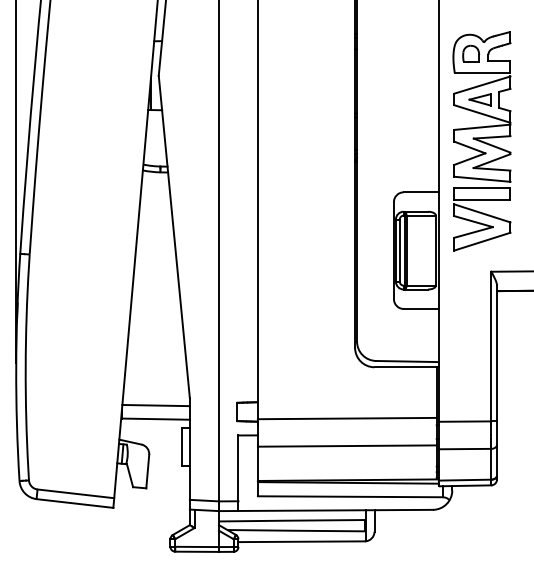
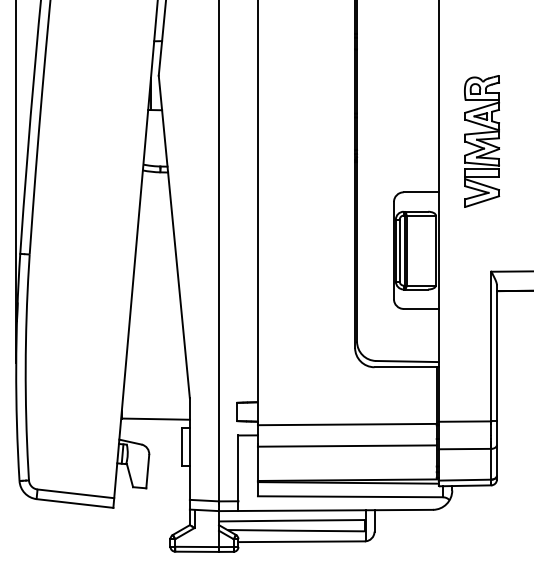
part at (481, 141) size: 60x221 px -> 37x133 px
line at (155, 405): present -> none
line at (346, 418) position: (346, 418) -> (346, 424)
